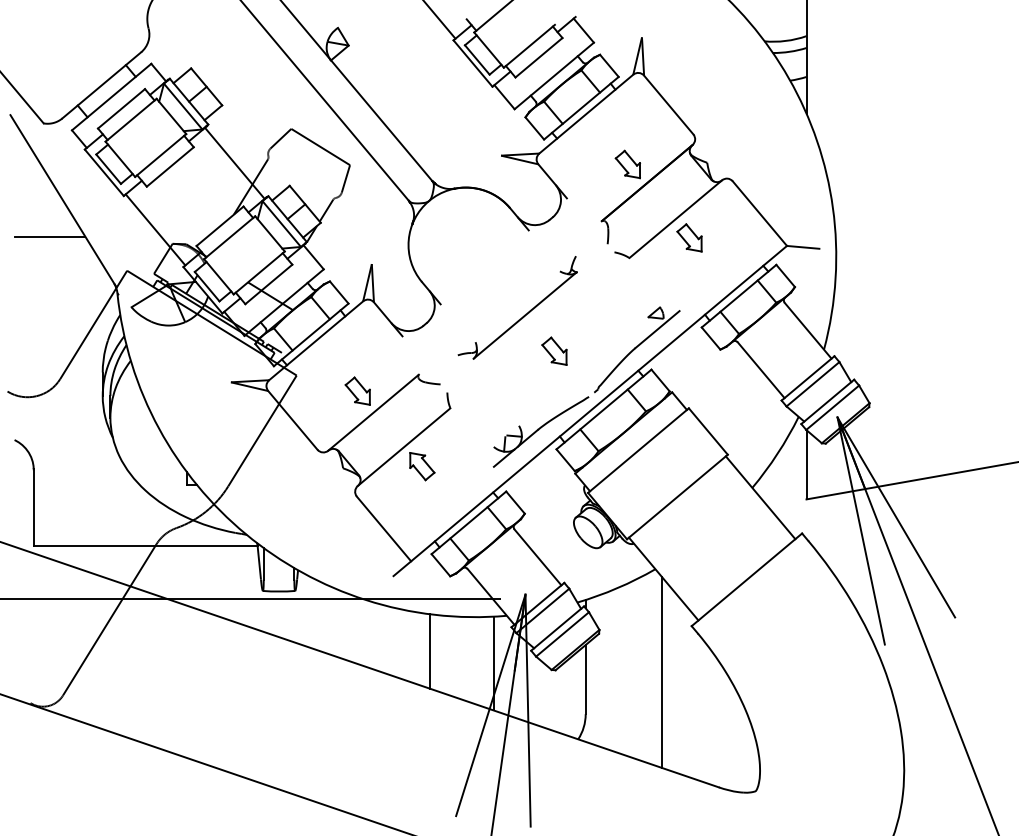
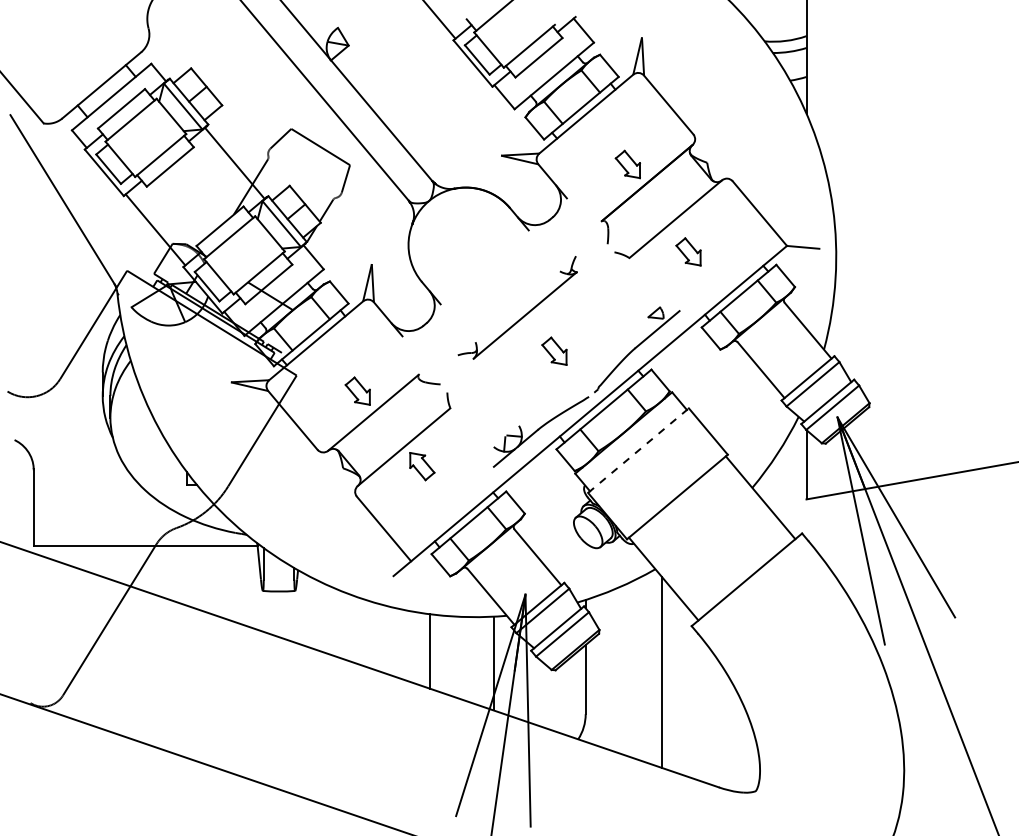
line at (49, 236): present -> none
part at (689, 237) position: (689, 237) -> (688, 251)
line at (638, 450): solid -> dashed
line at (251, 599): present -> none
